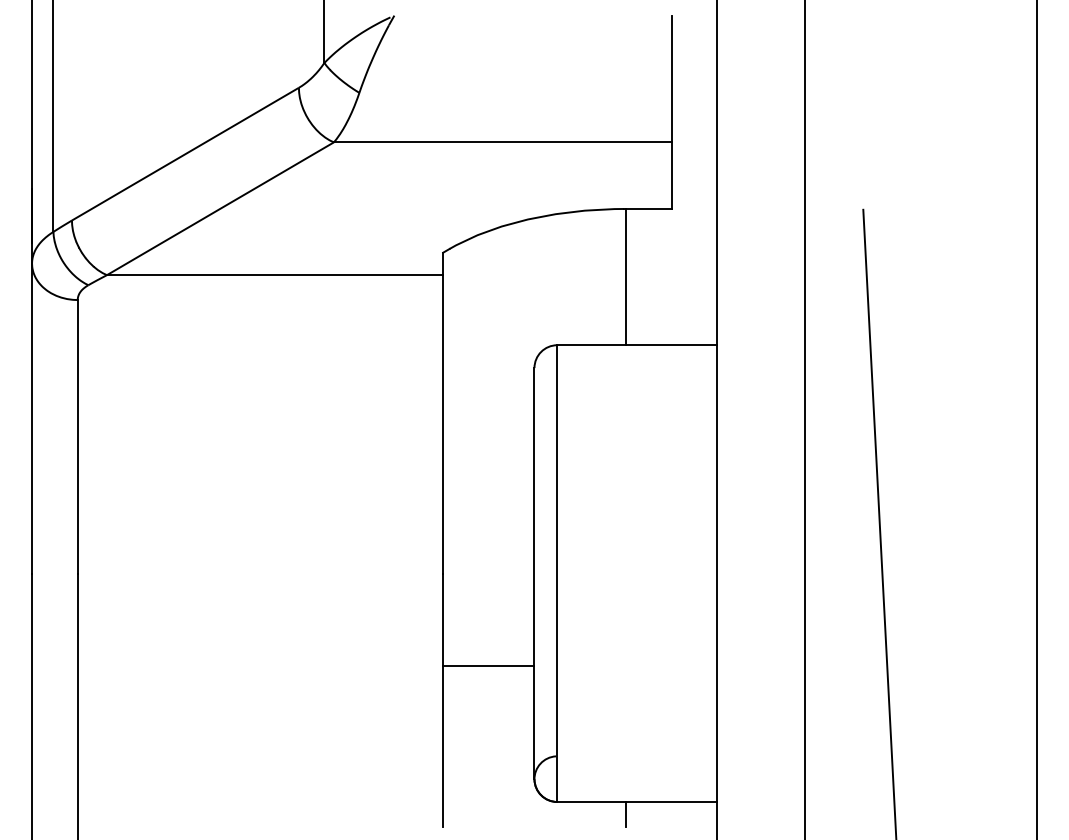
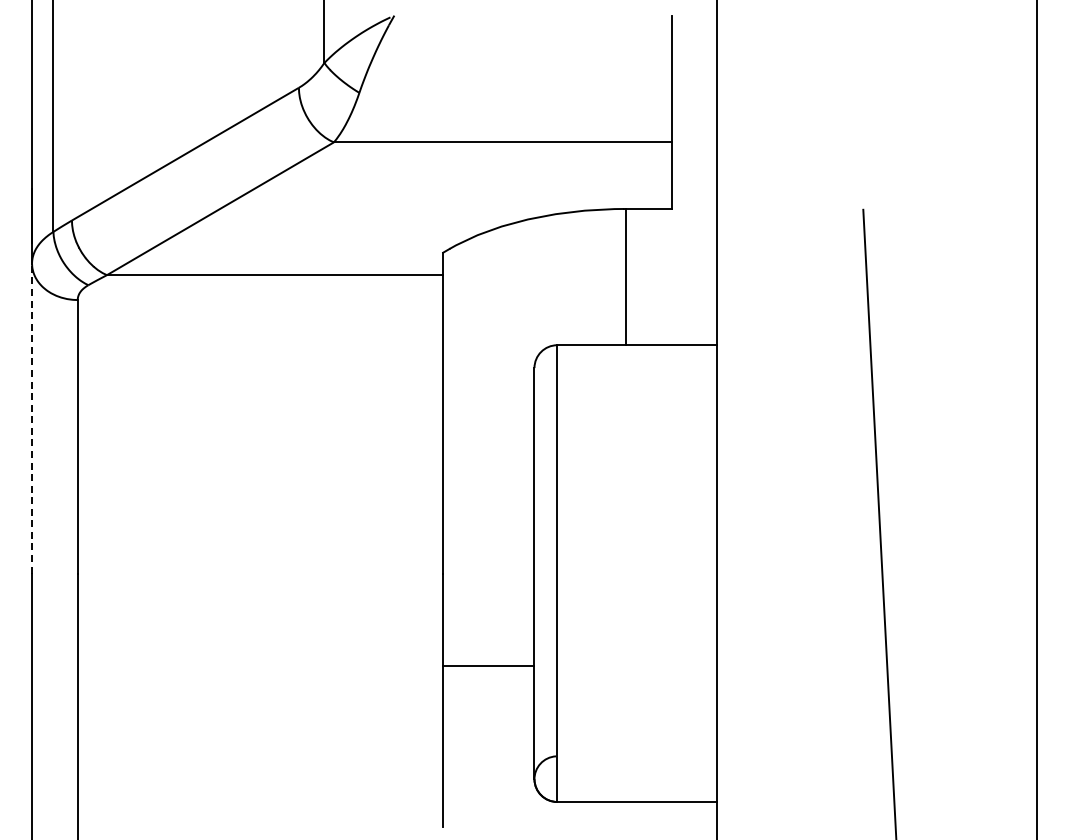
line at (32, 418): solid -> dashed
line at (805, 419): present -> none
line at (625, 814): present -> none
